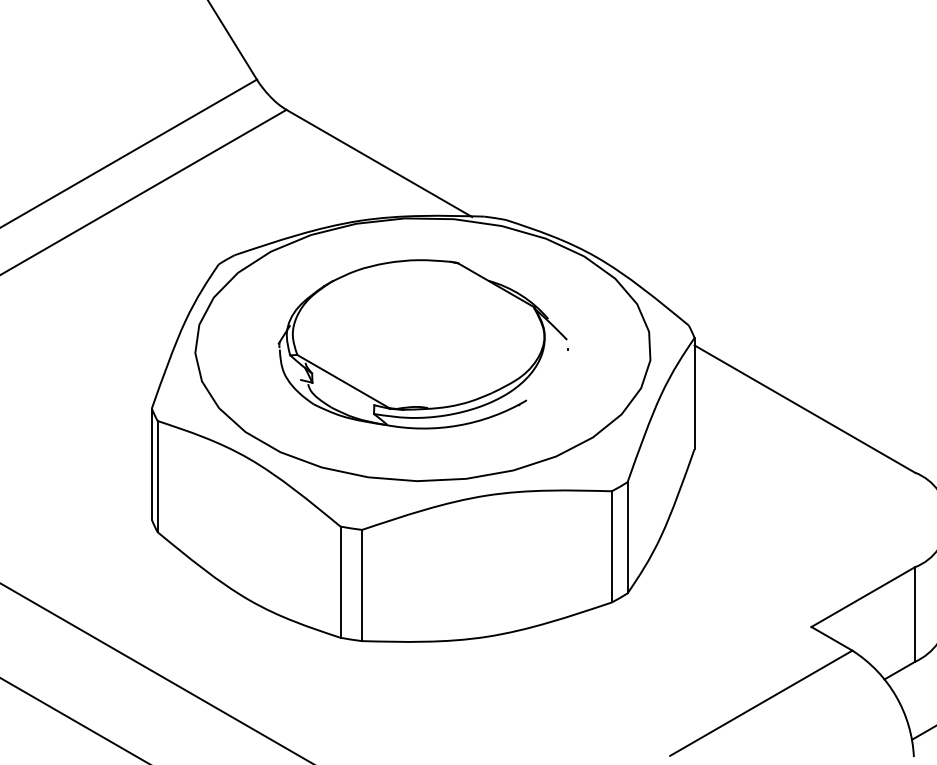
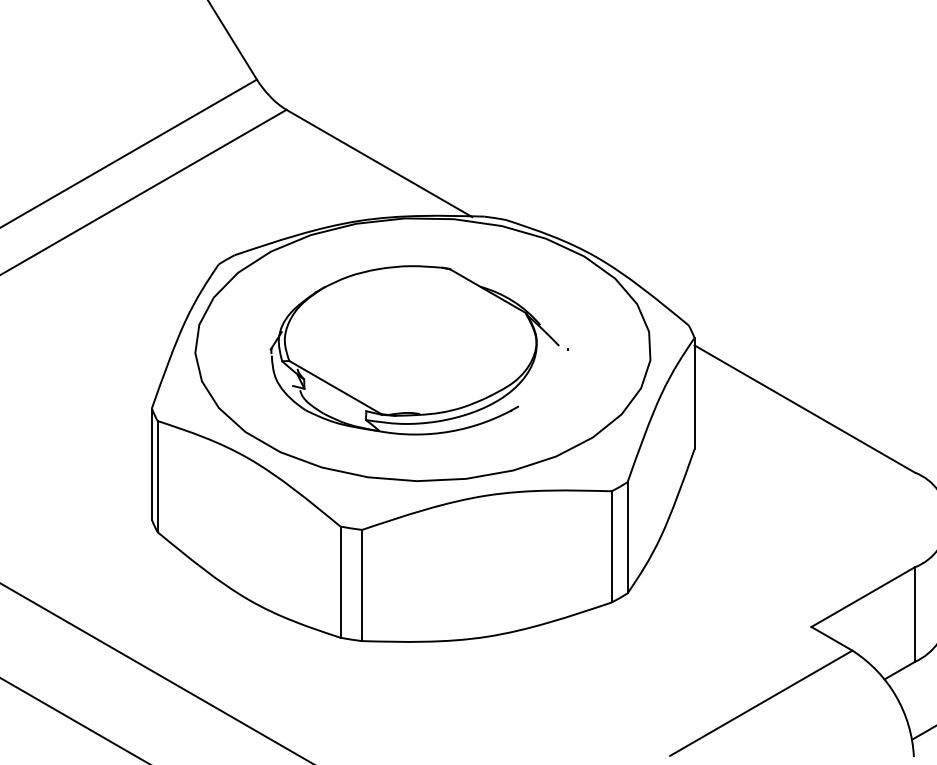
part at (422, 344) position: (422, 344) -> (414, 350)
